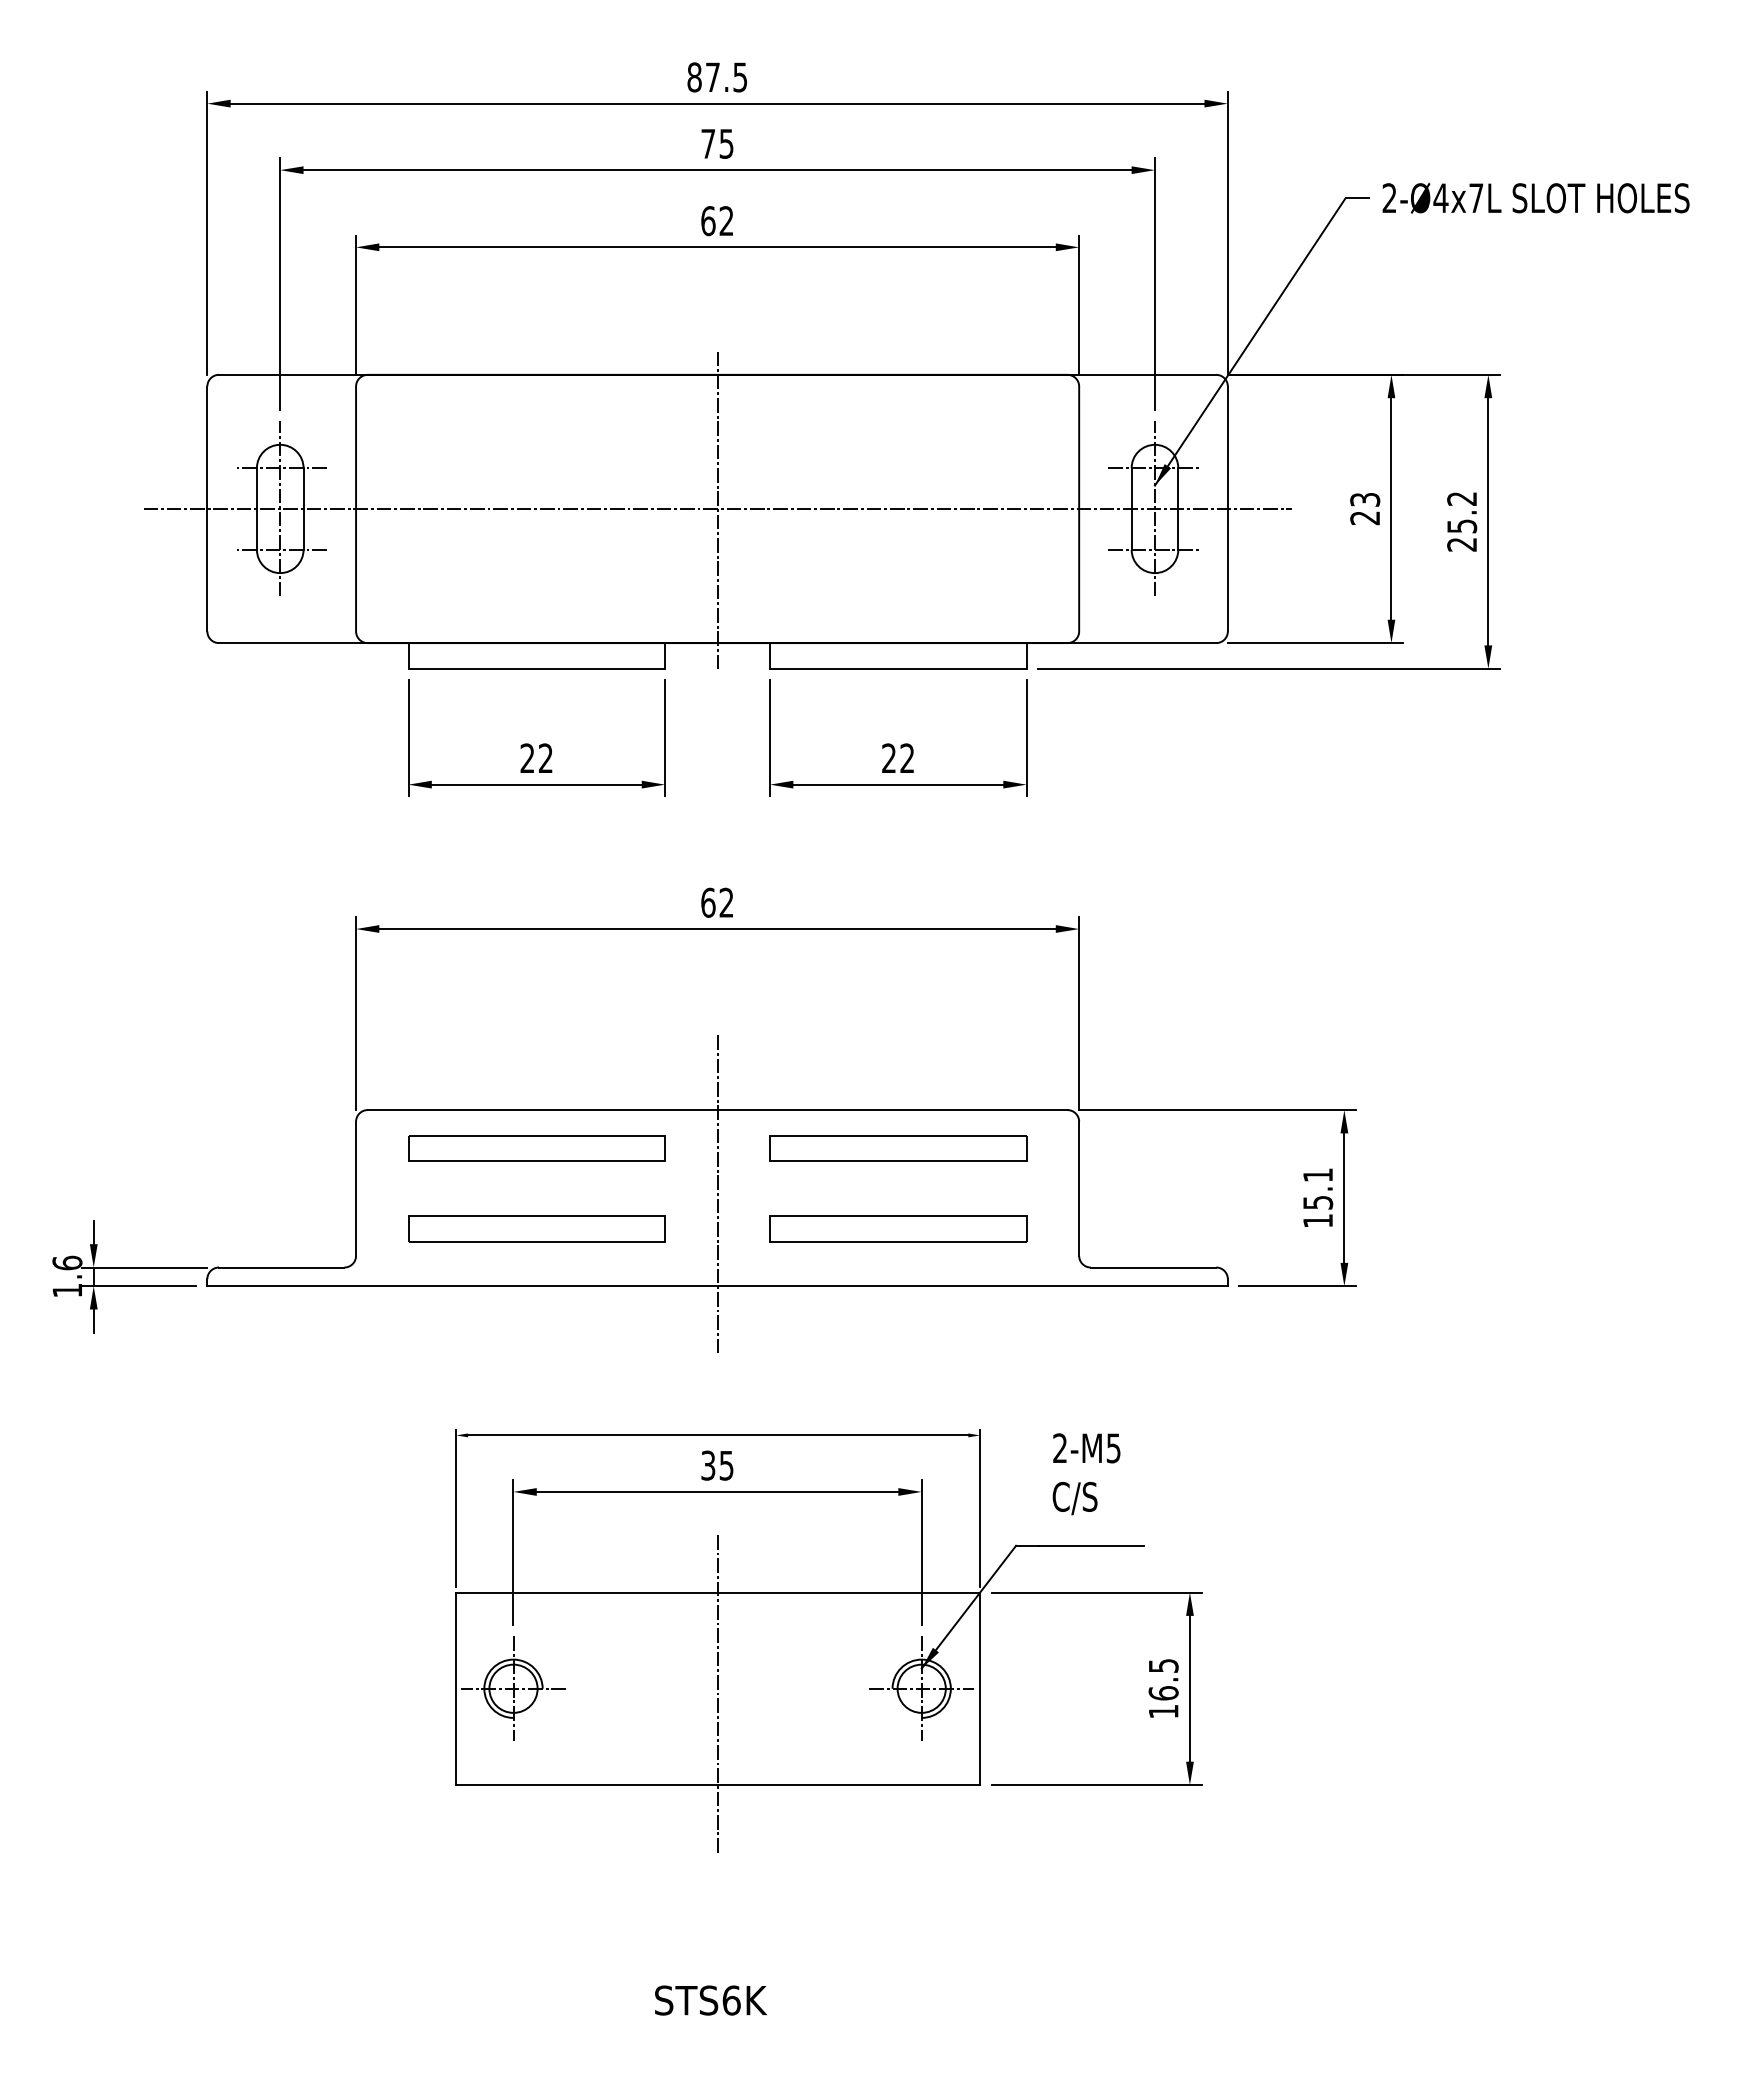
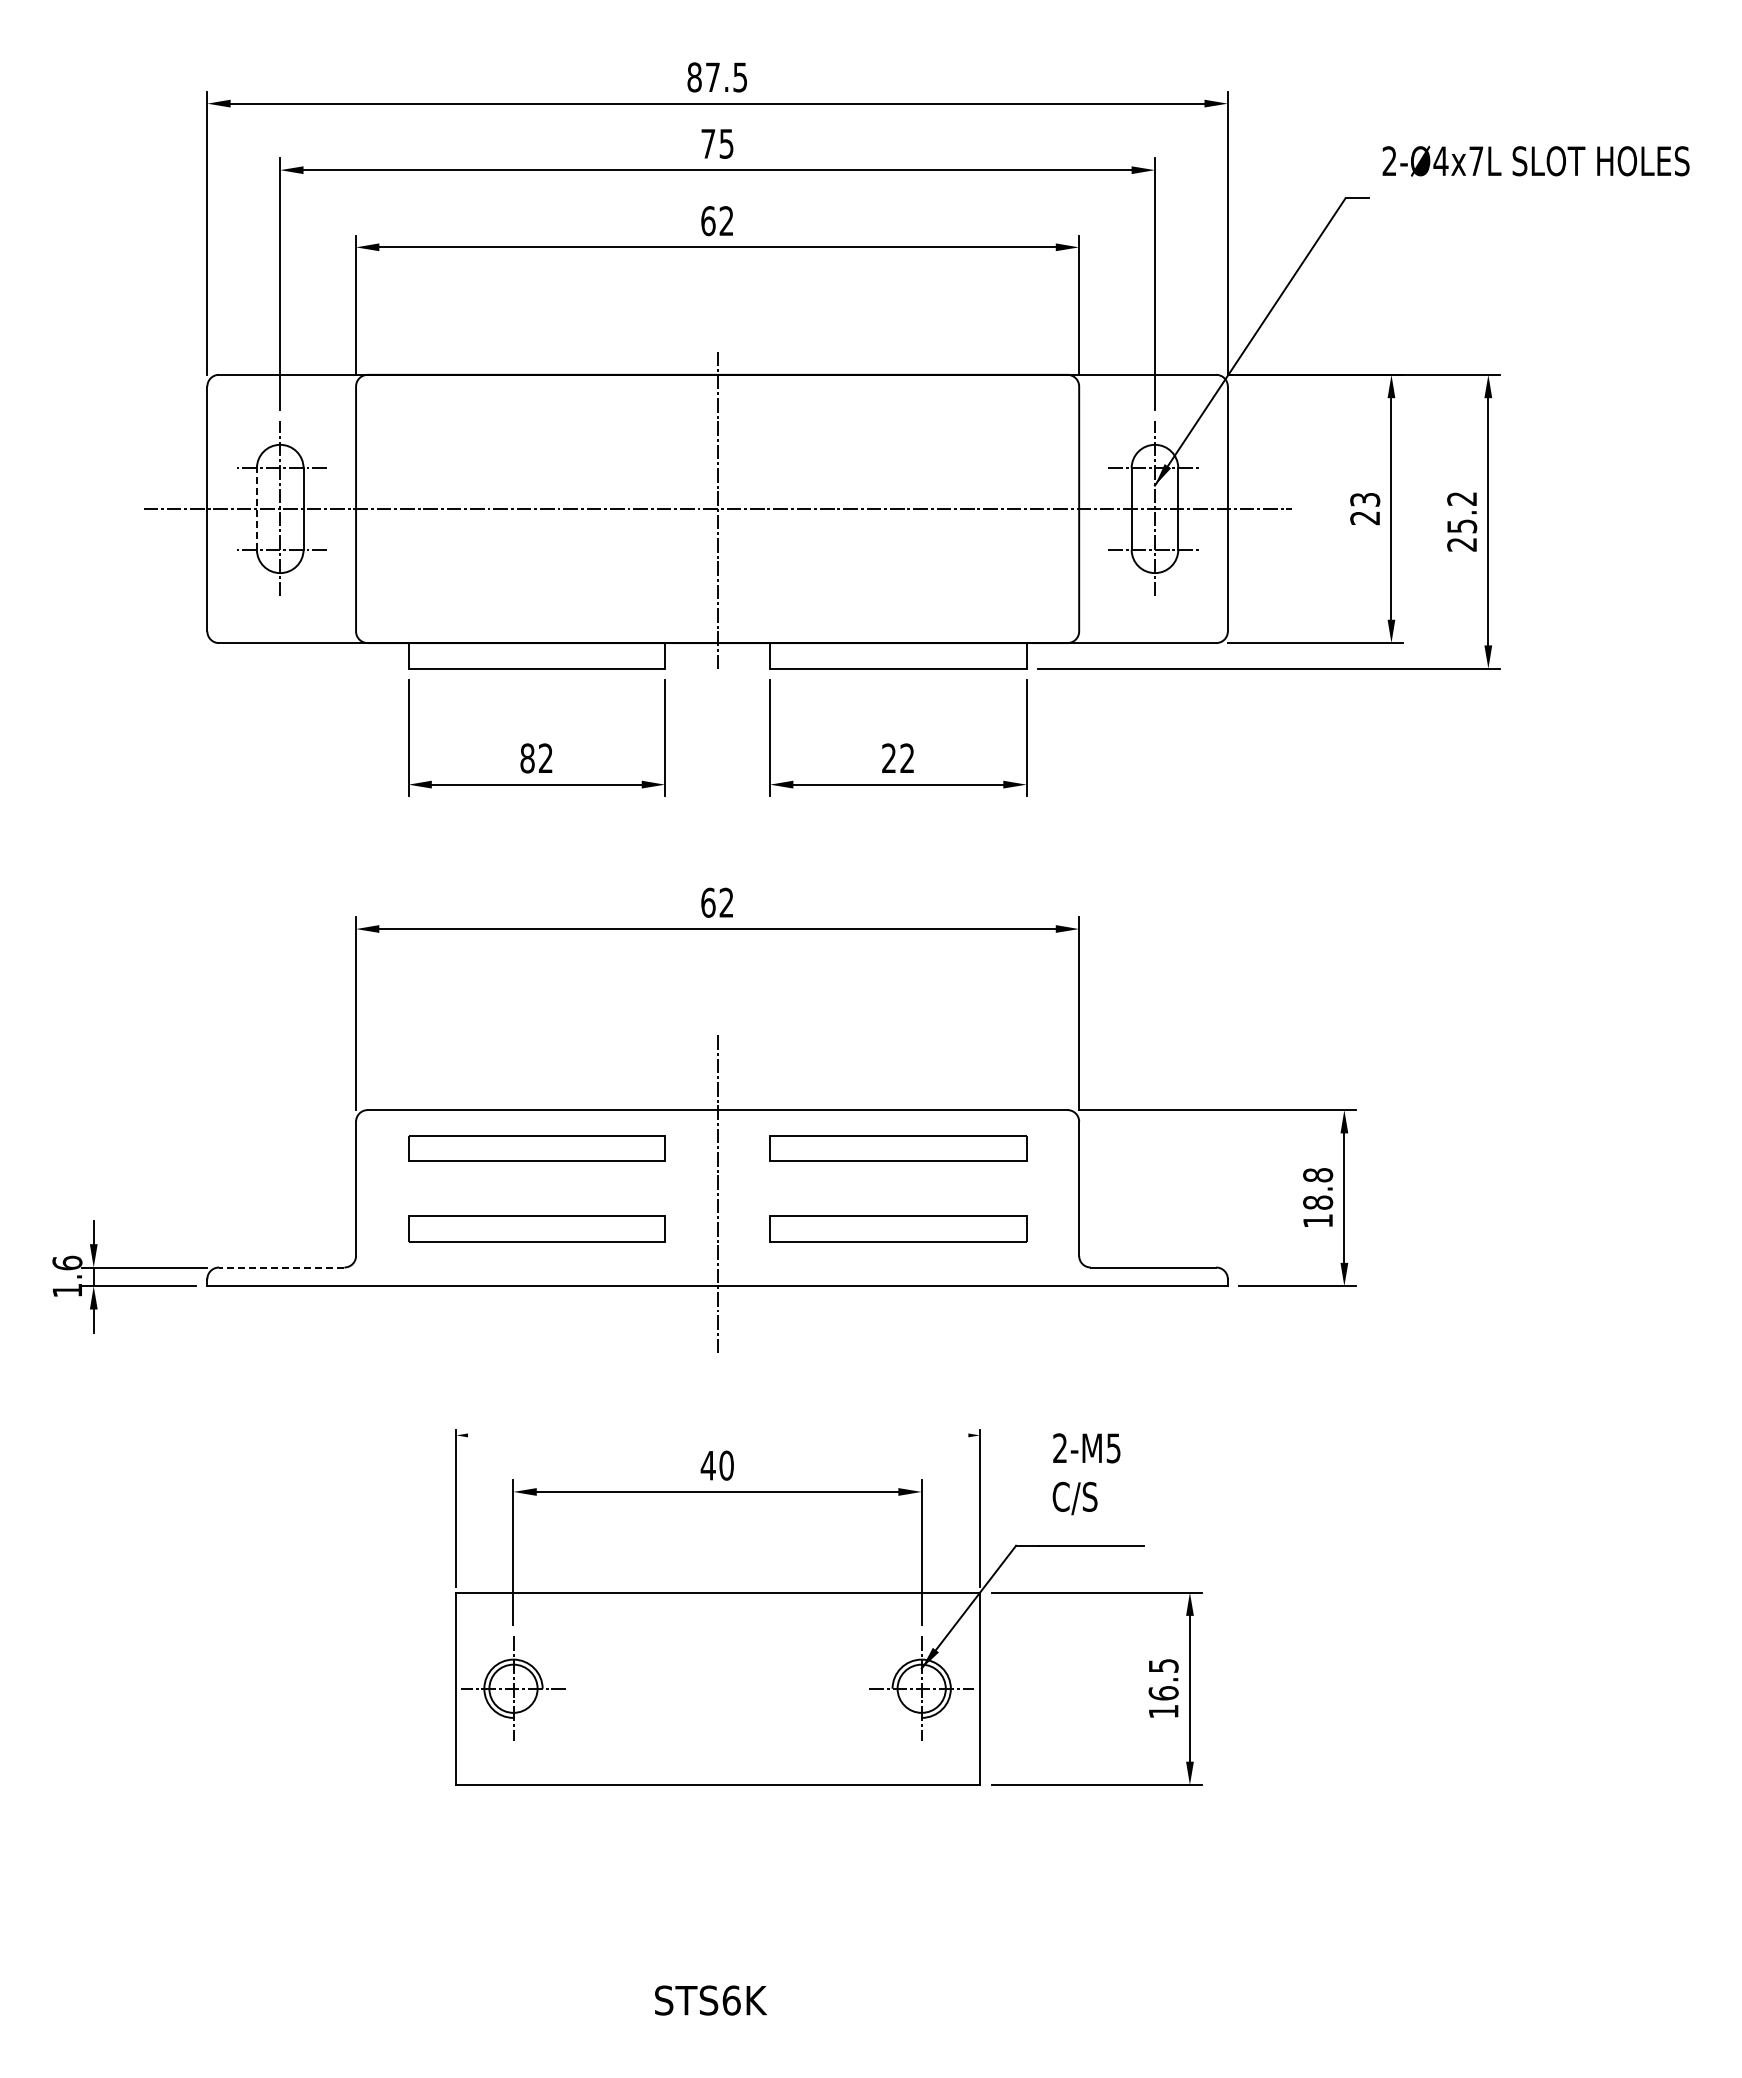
text at (1535, 197) position: (1535, 197) -> (1535, 160)
line at (256, 508): solid -> dashed
text at (527, 758): 22 -> 82
text at (1318, 1188): 15.1 -> 18.8
line at (281, 1267): solid -> dashed
line at (718, 1435): present -> none
text at (716, 1465): 35 -> 40
line at (717, 1692): present -> none
